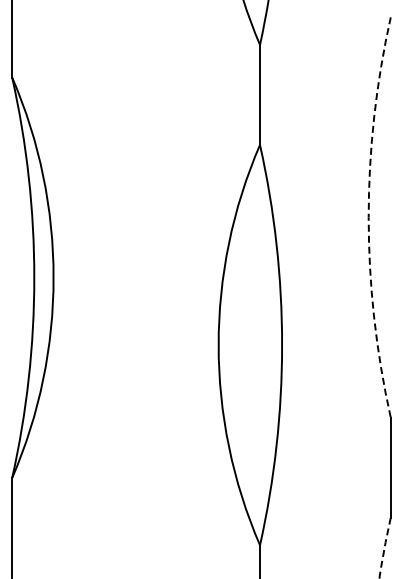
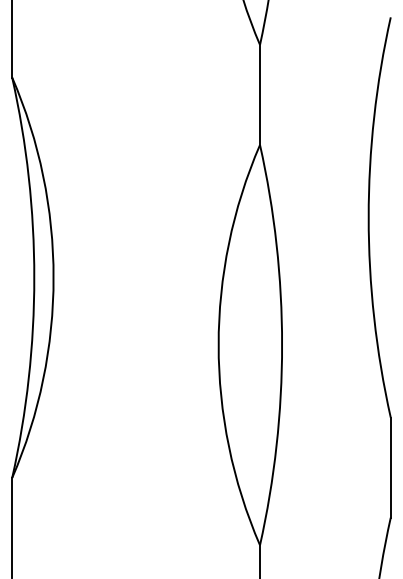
arc at (368, 217): dashed -> solid
arc at (384, 548): dashed -> solid
